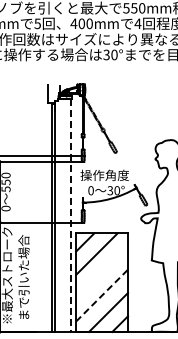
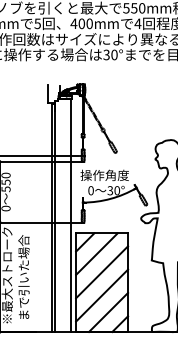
line at (70, 215): dashed -> solid
line at (102, 272): none -> present
line at (102, 295): dashed -> solid
